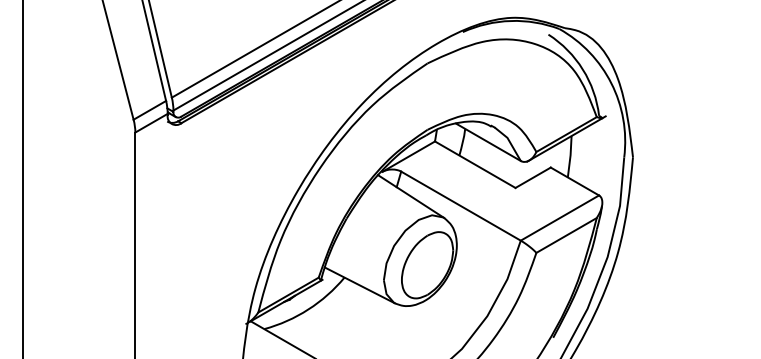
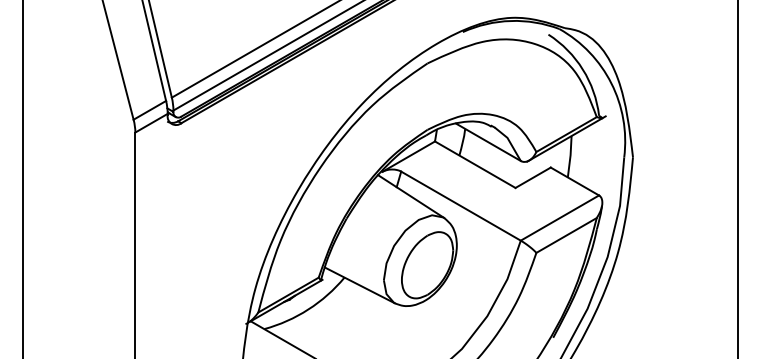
line at (738, 178): none -> present
